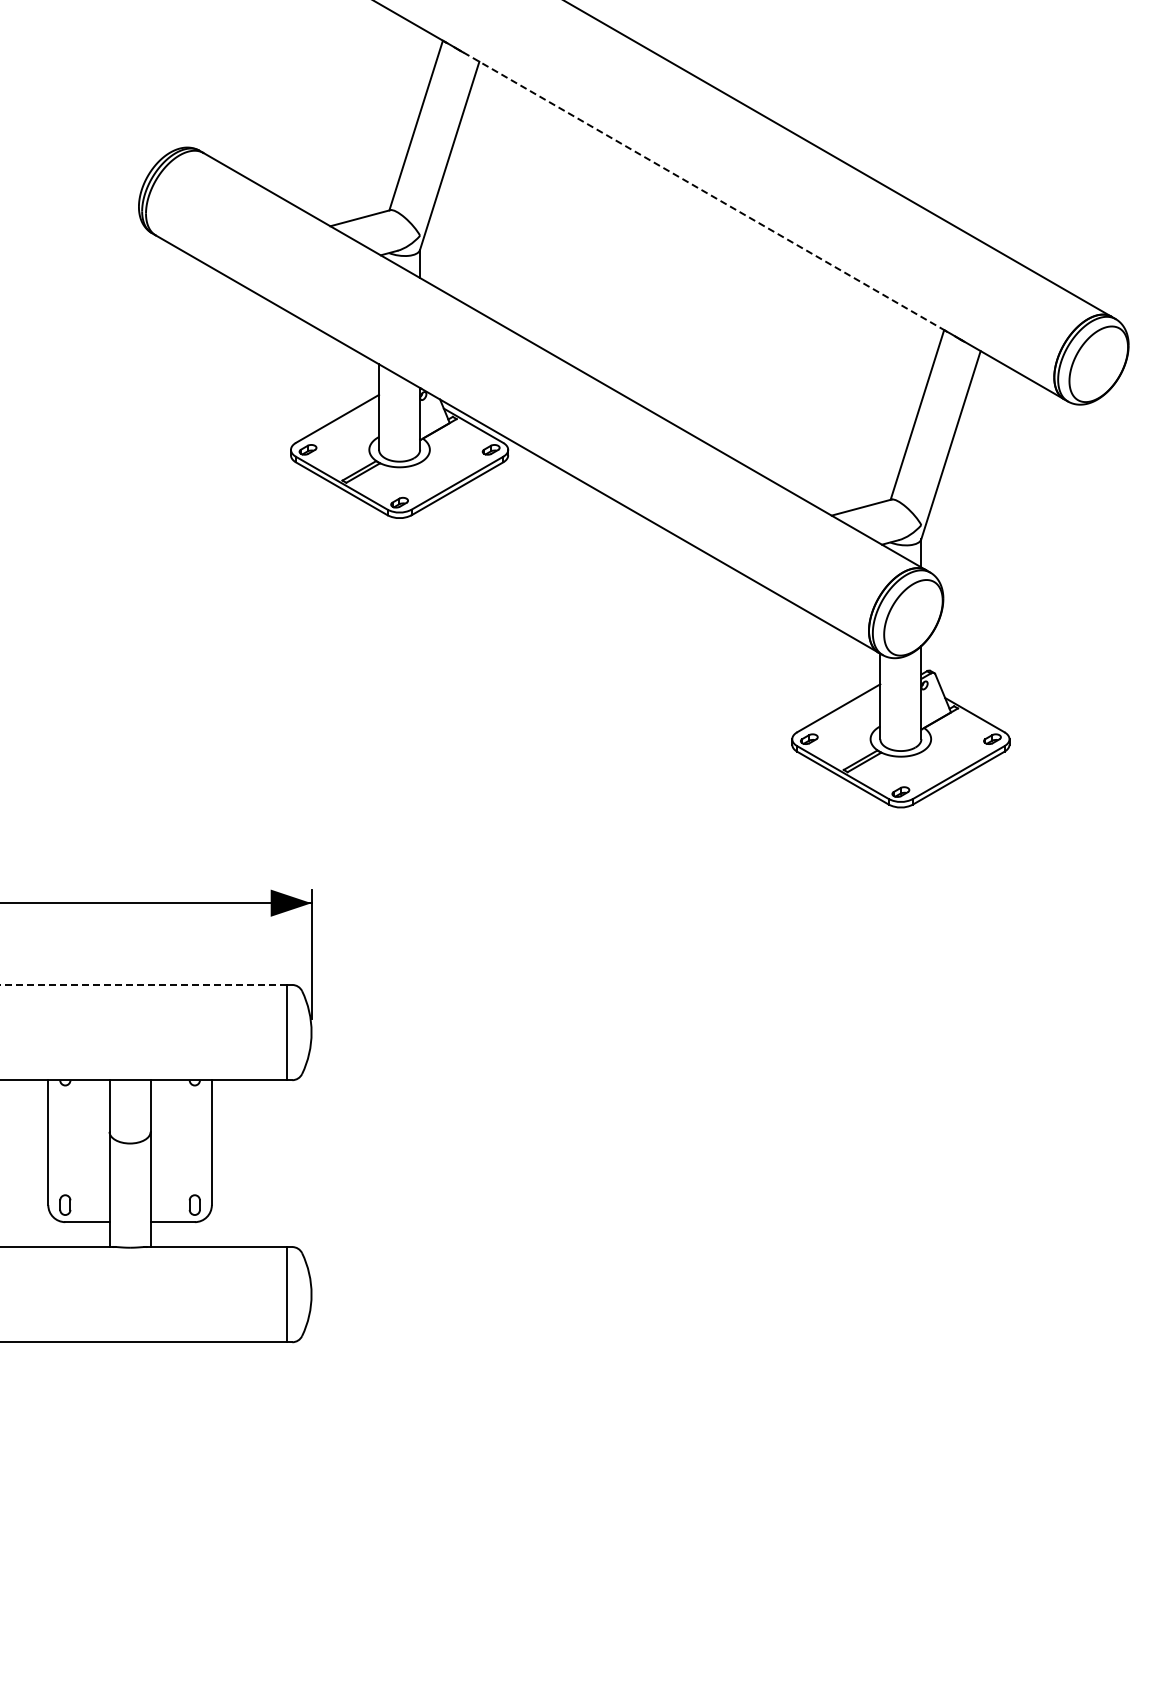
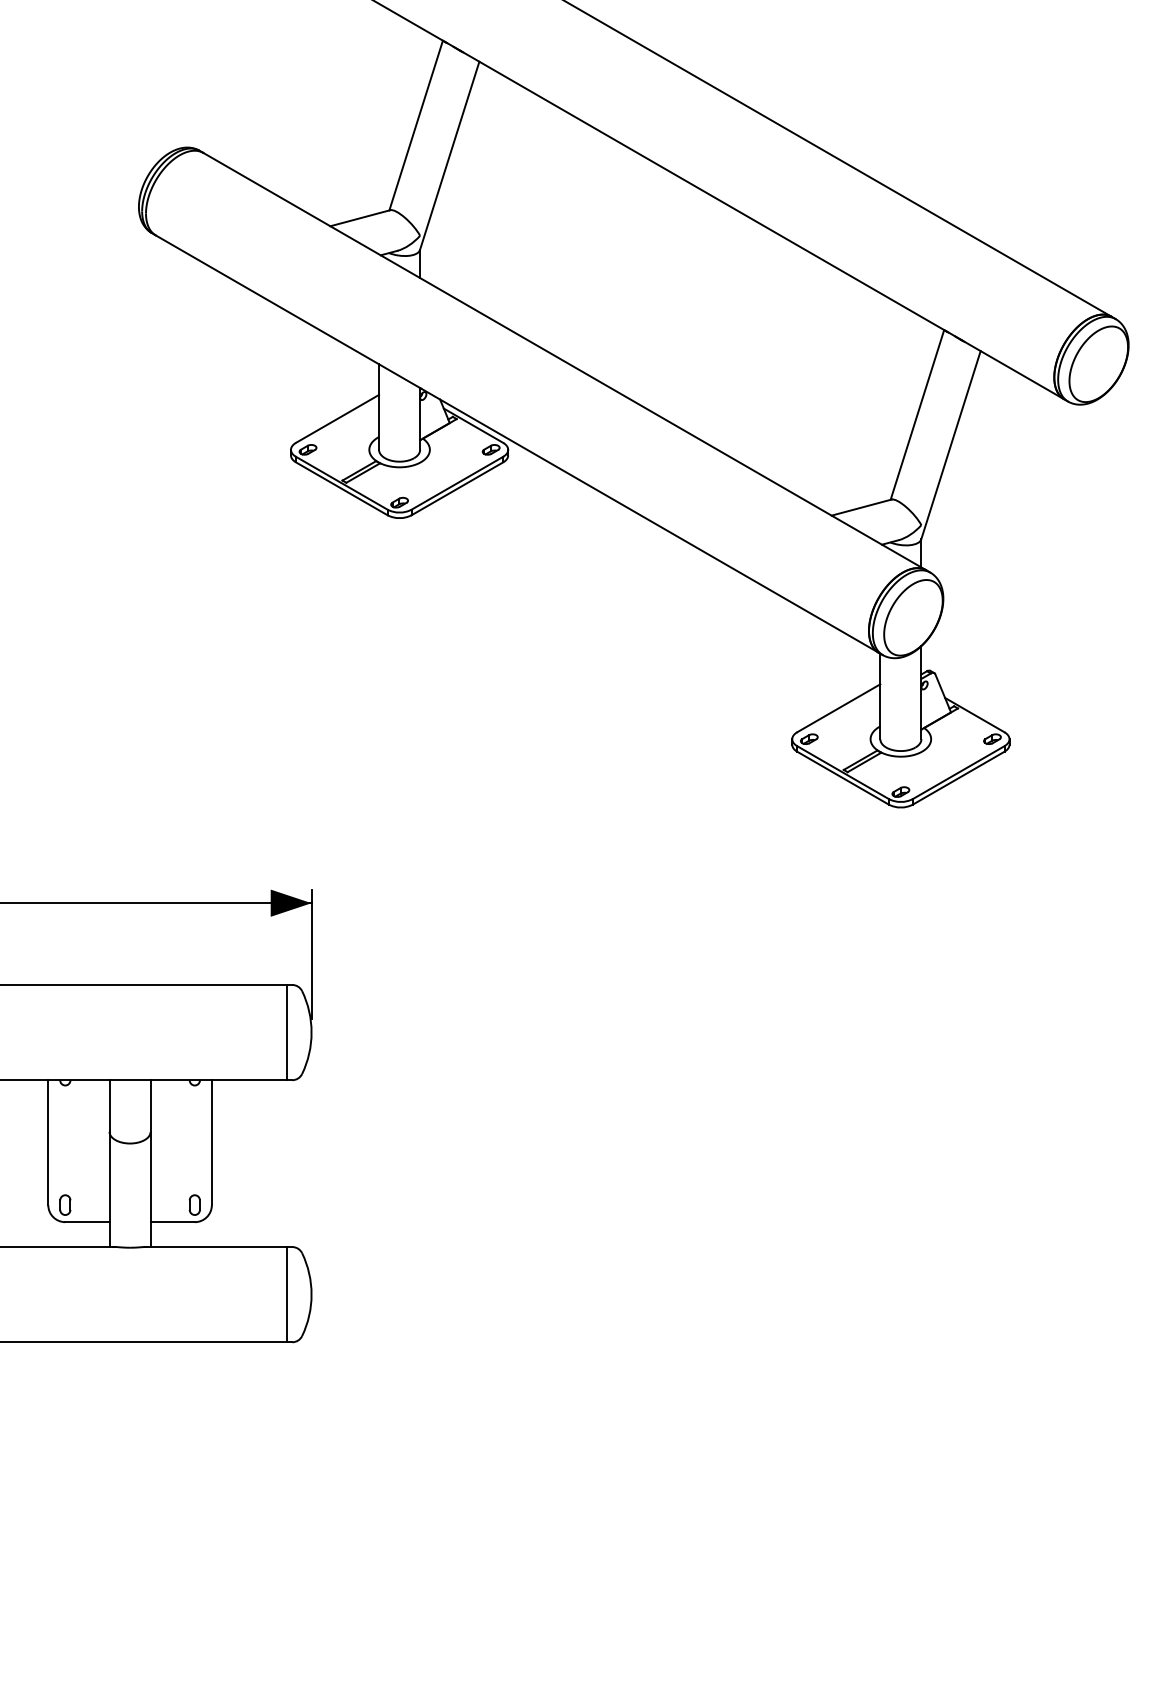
line at (701, 189): dashed -> solid
line at (142, 984): dashed -> solid
